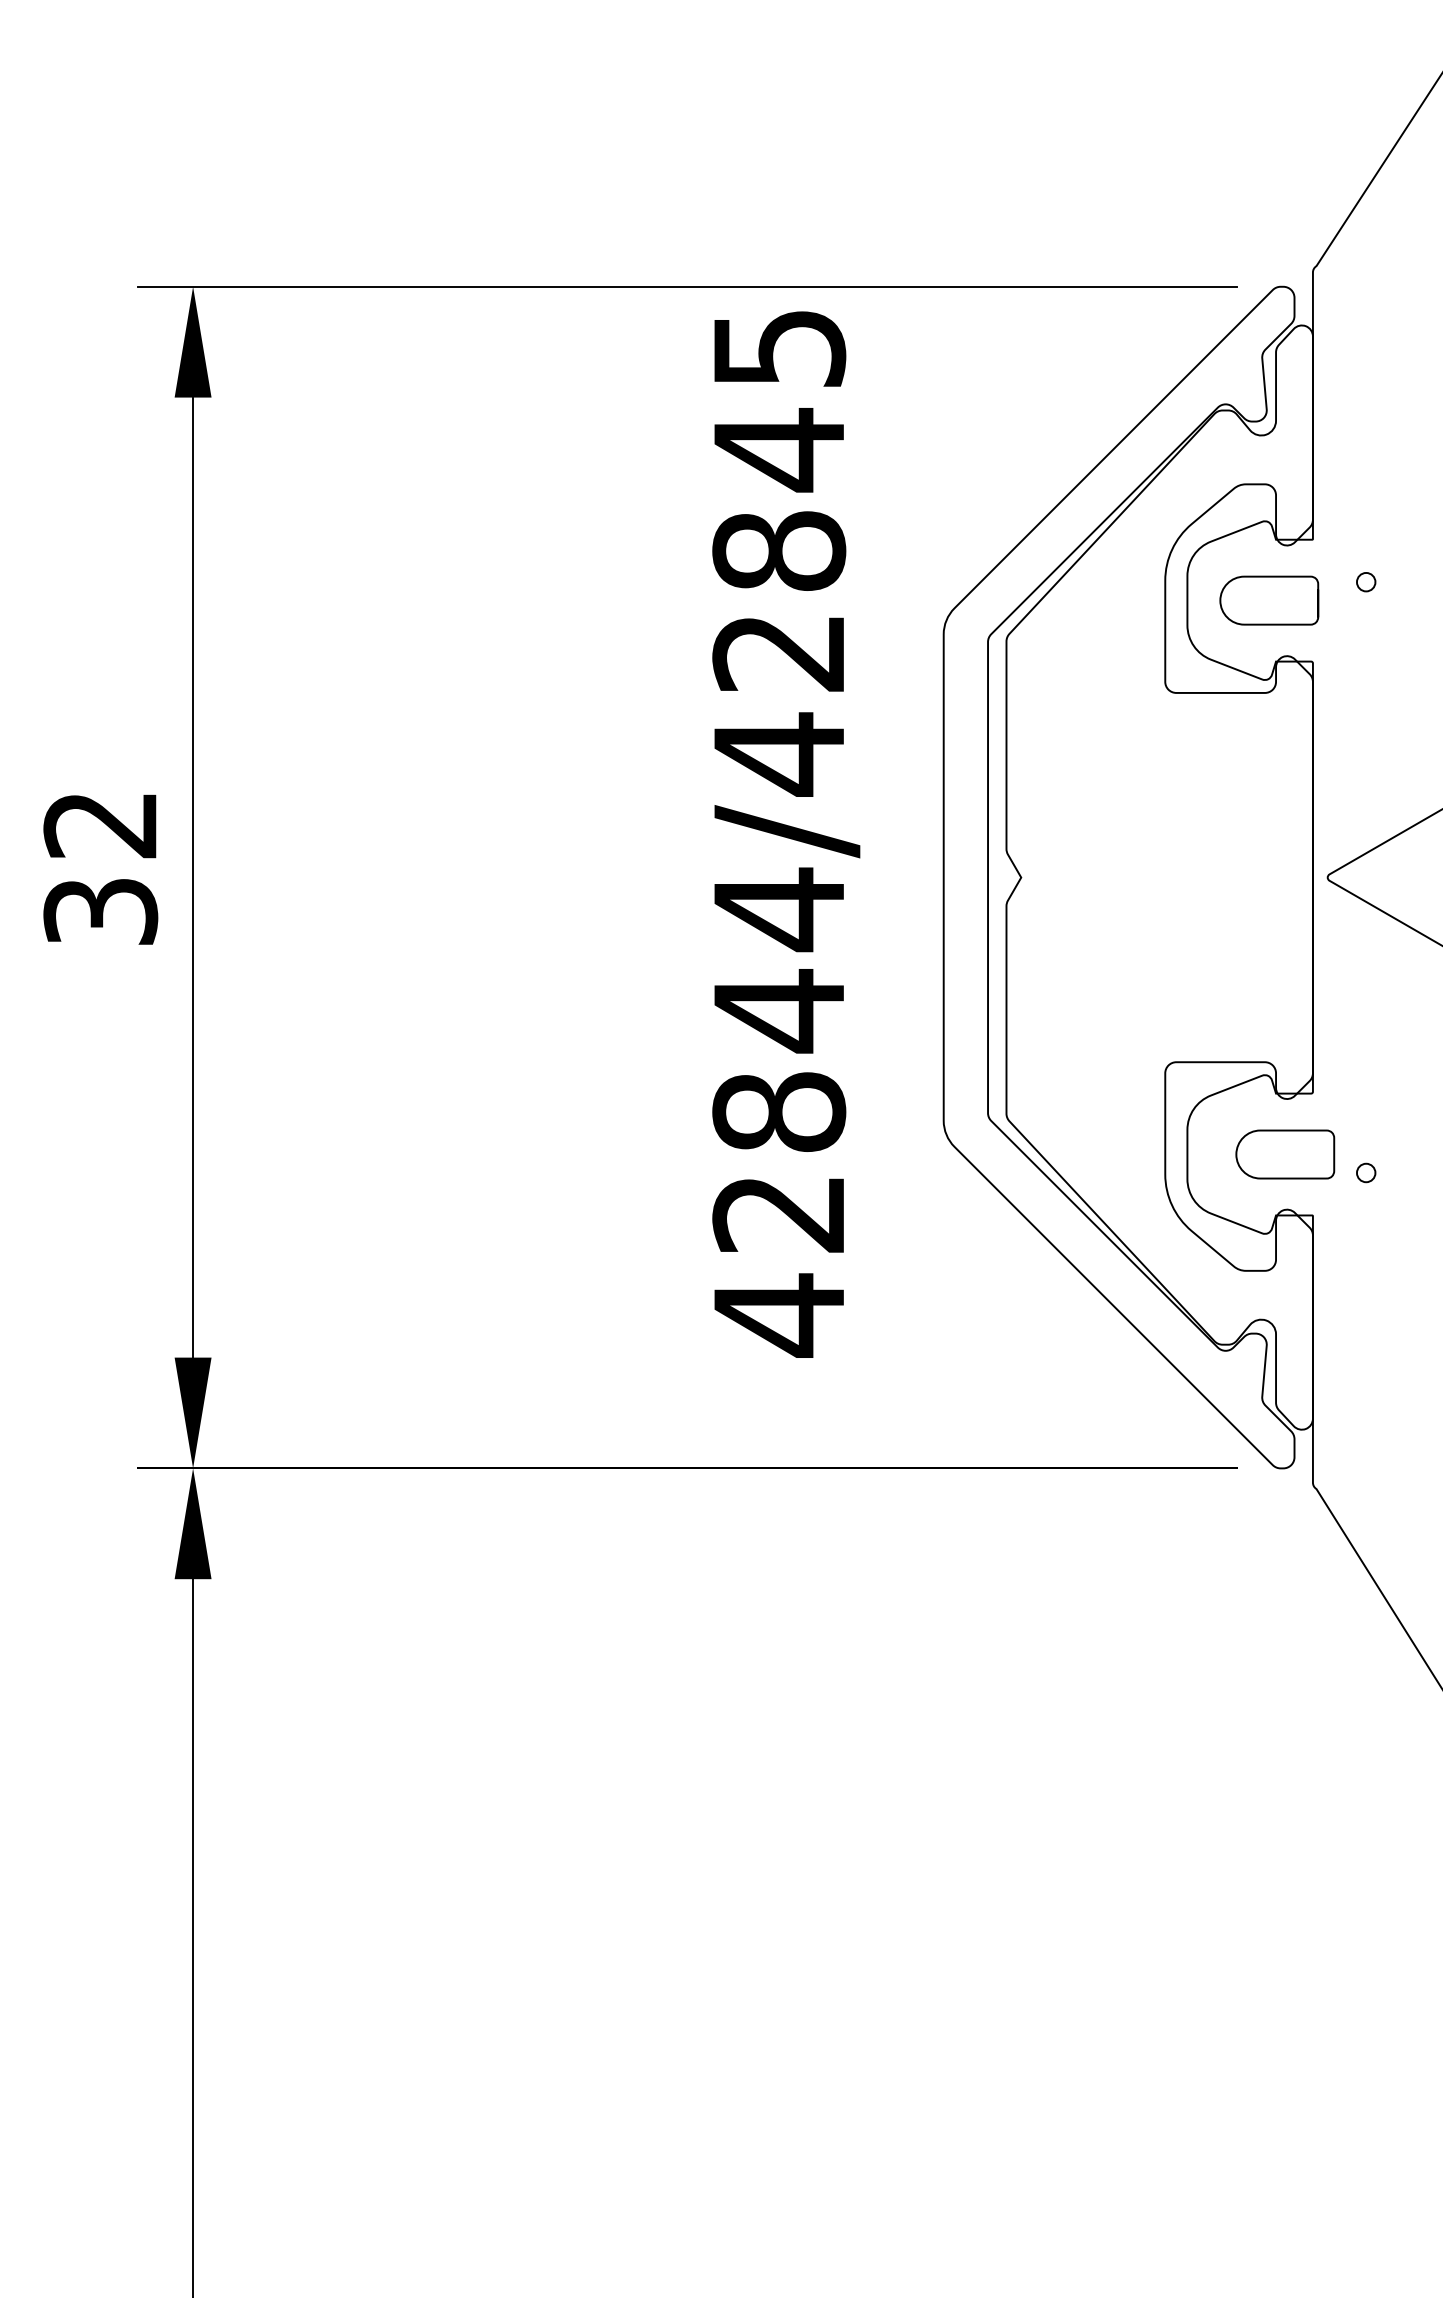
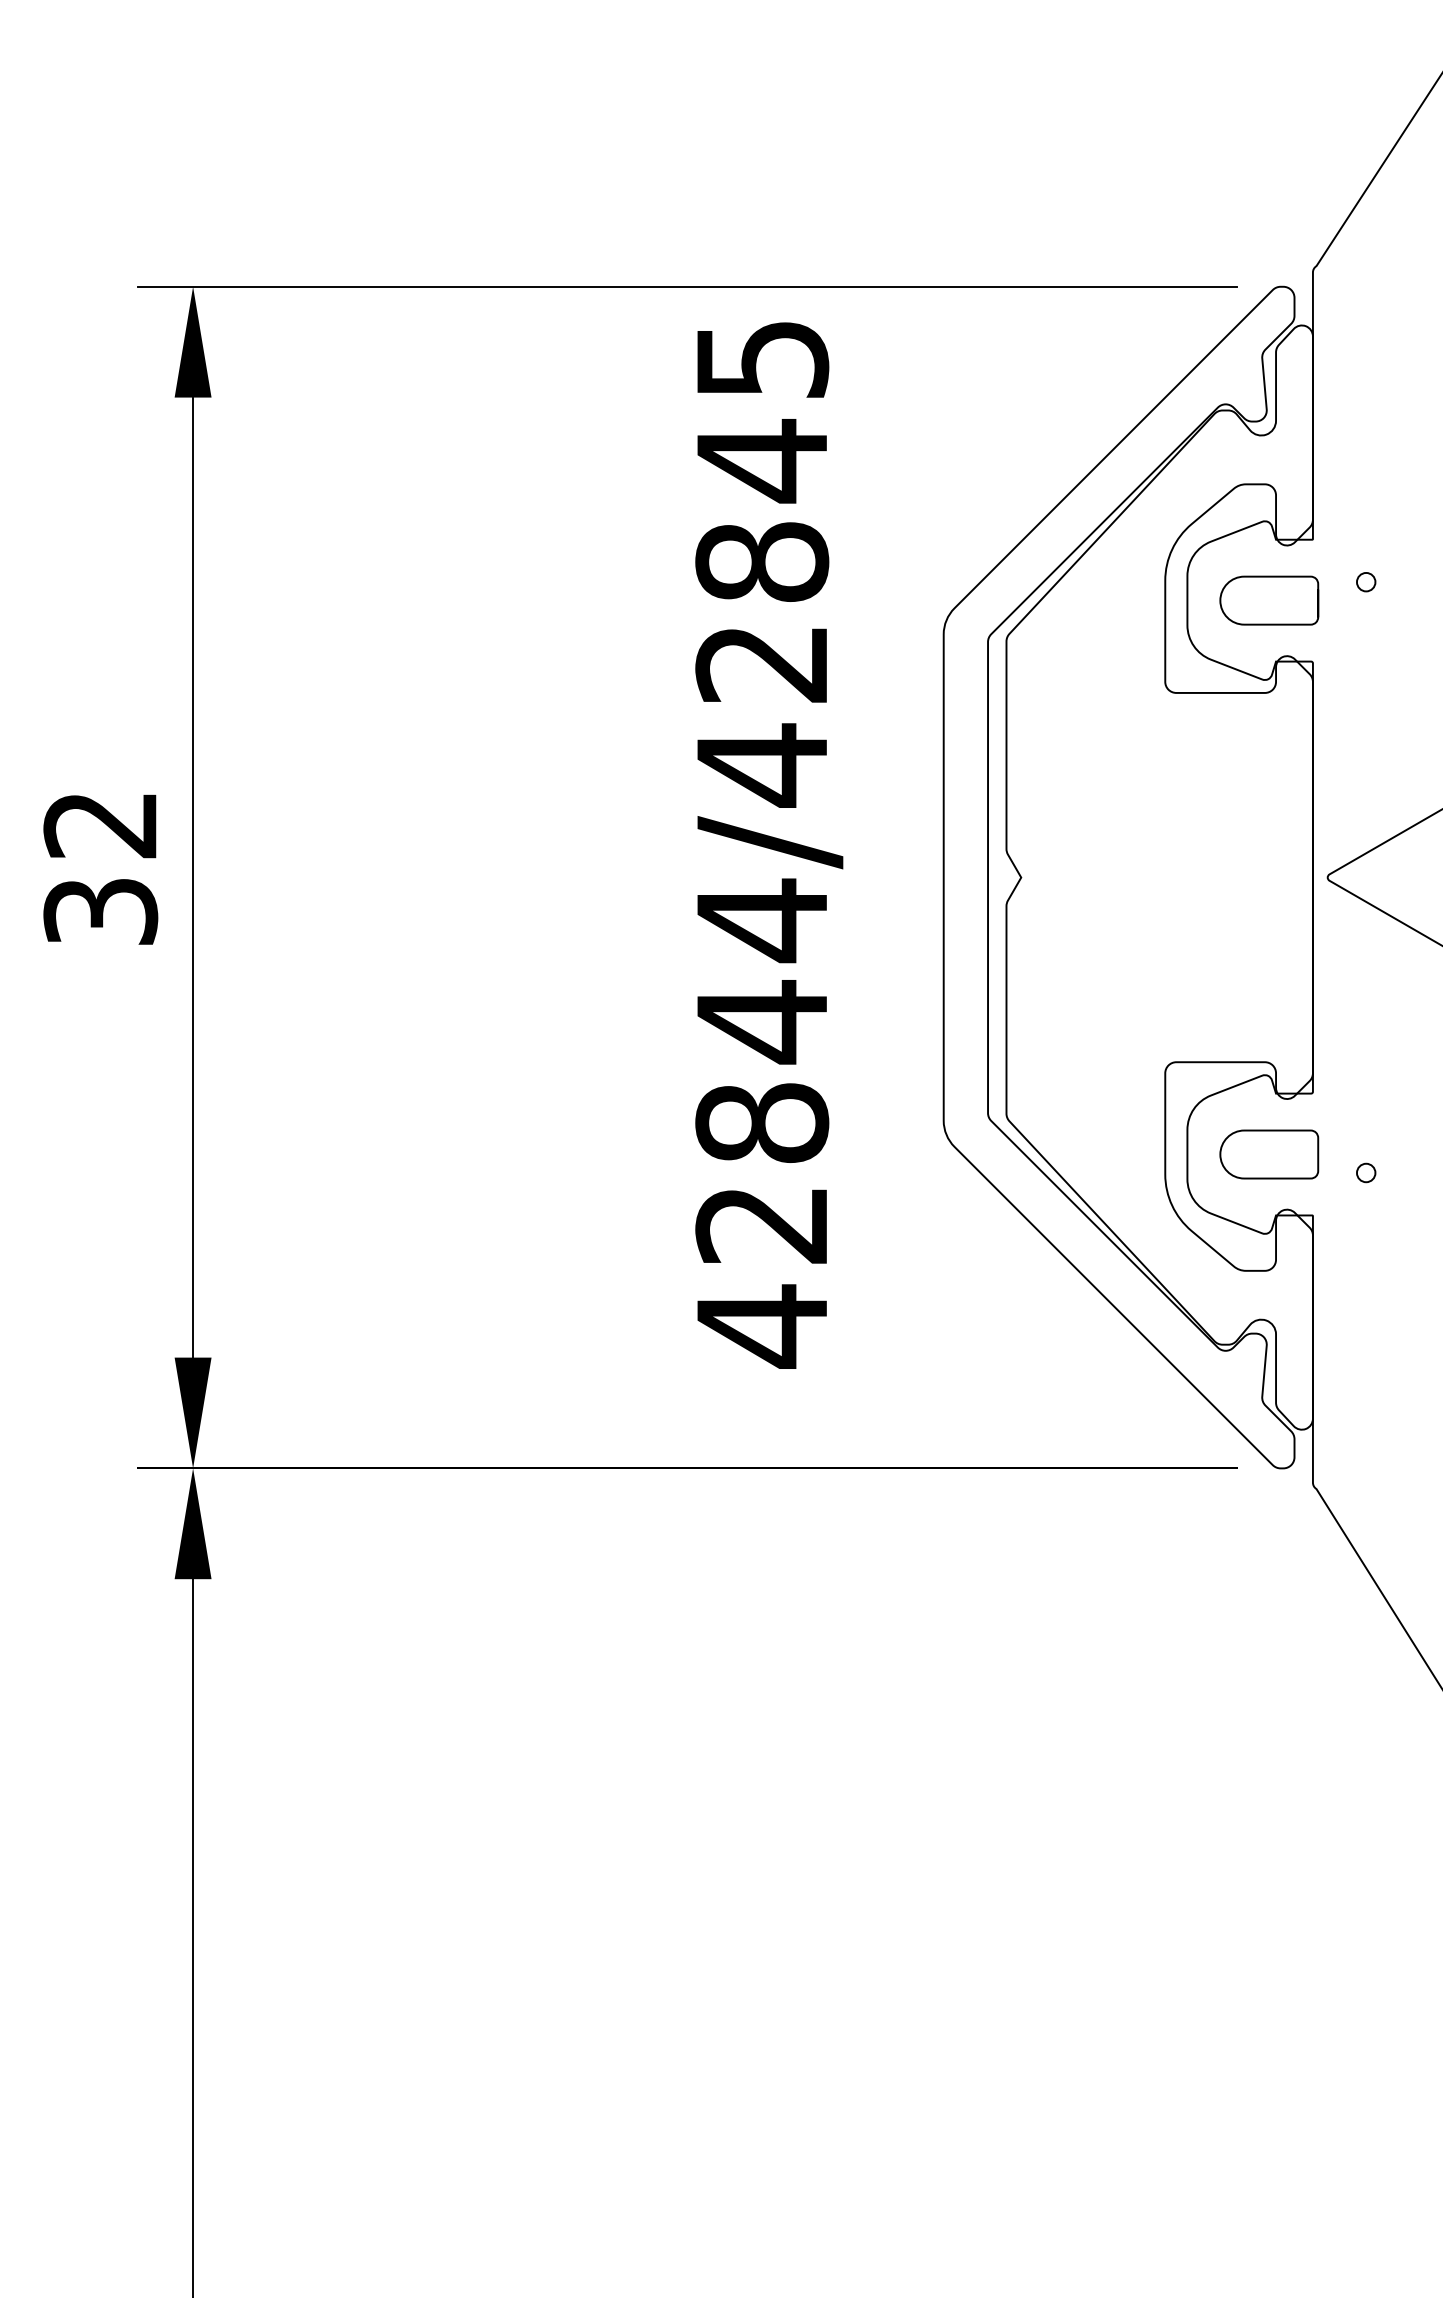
text at (786, 834) position: (786, 834) -> (769, 845)
part at (1285, 1154) position: (1285, 1154) -> (1269, 1154)
